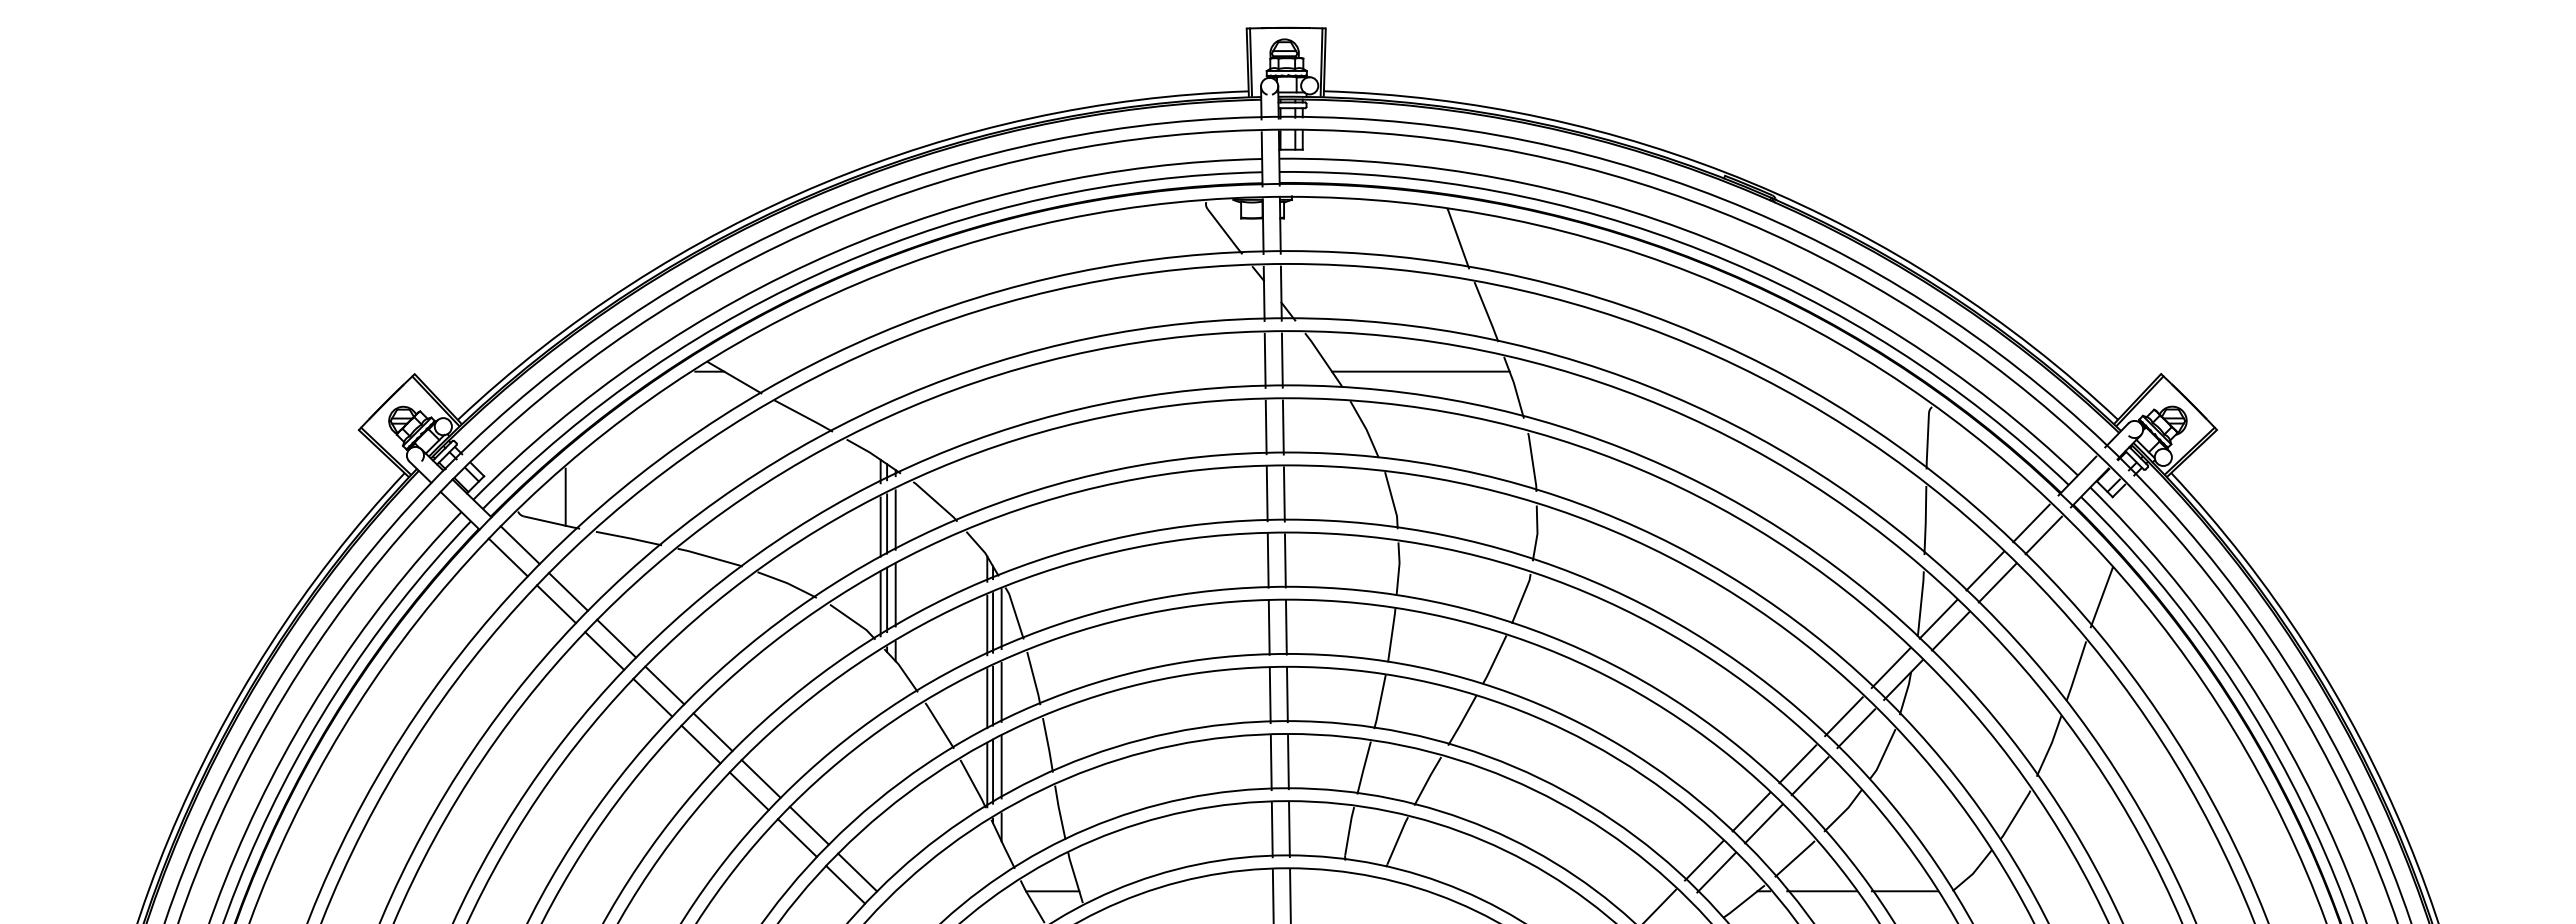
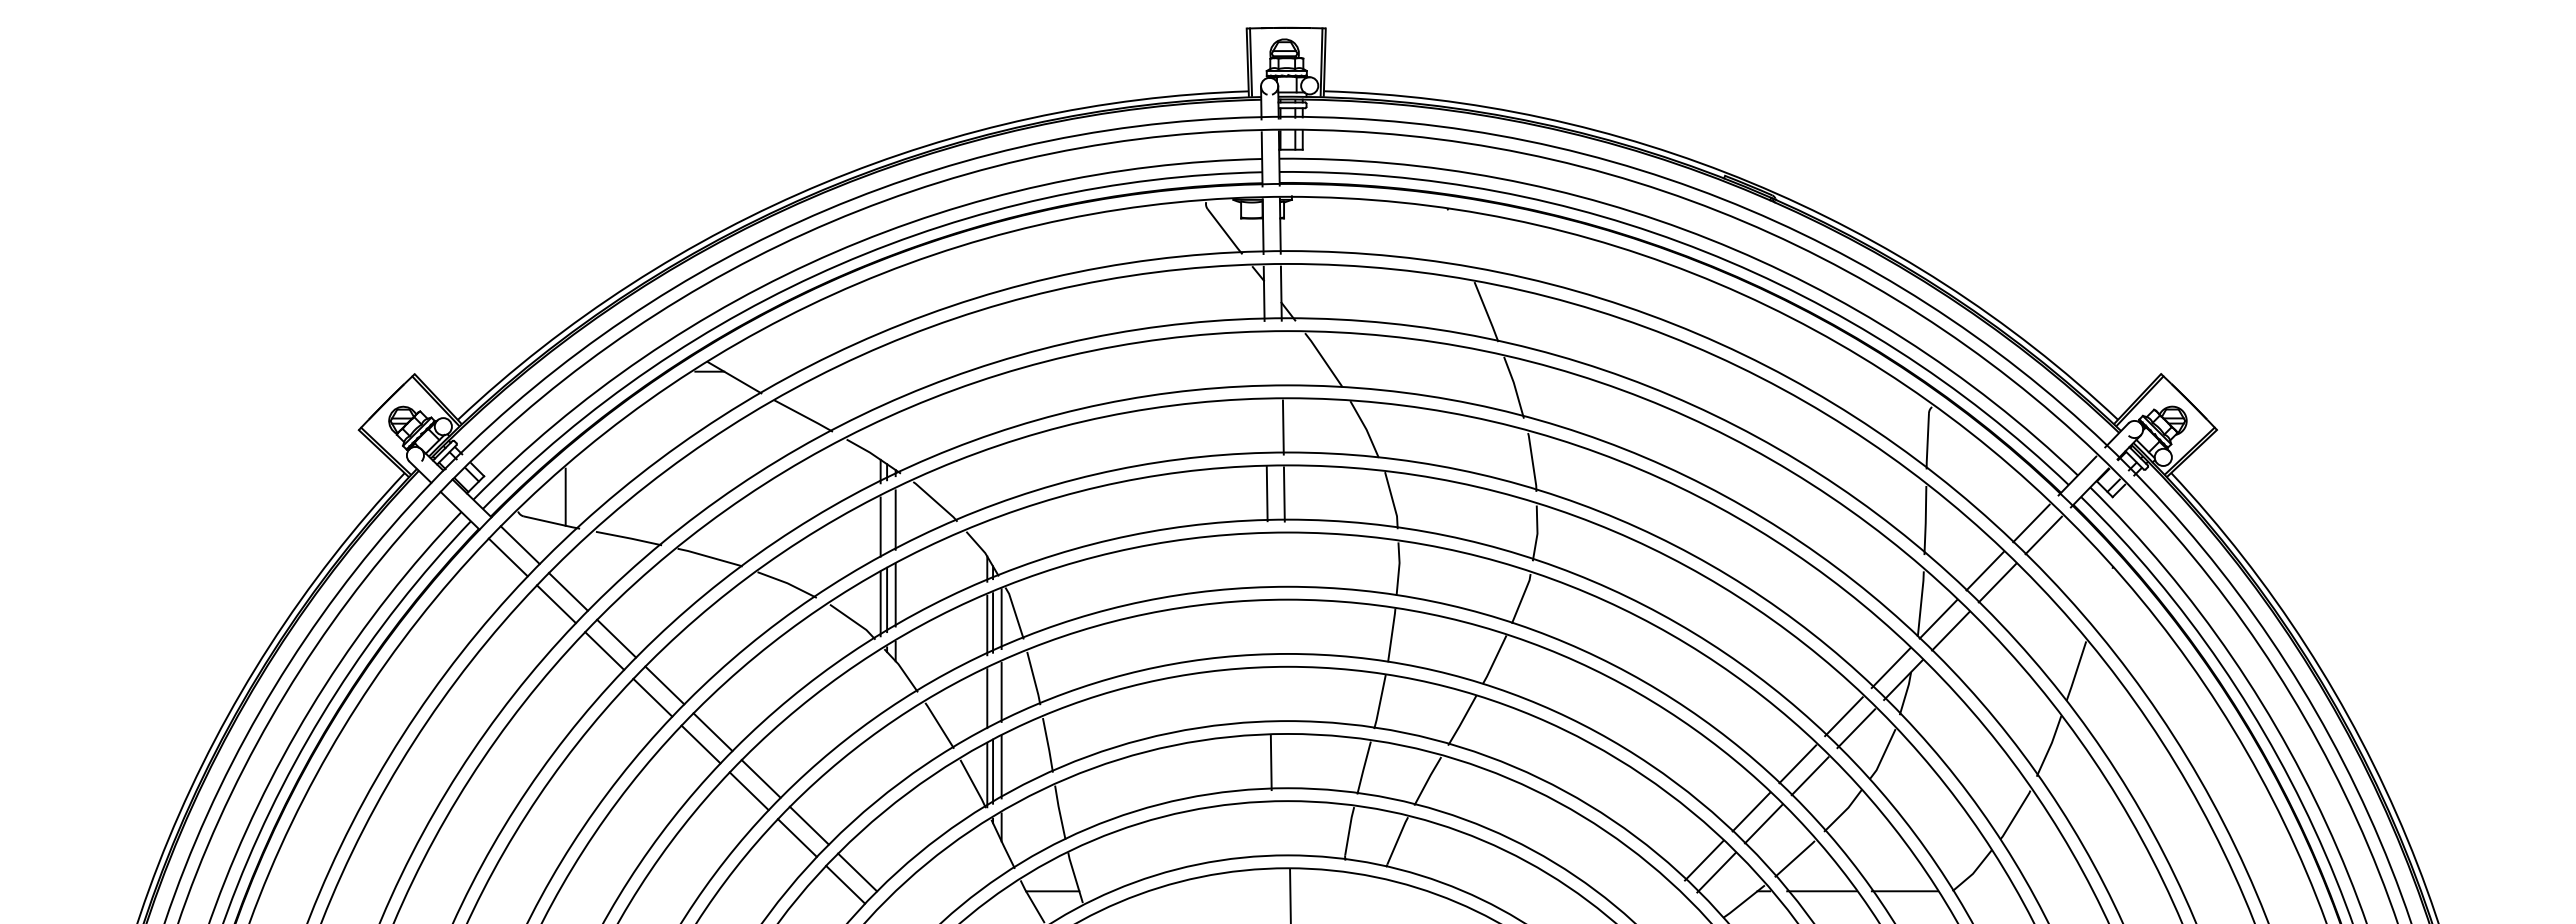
line at (1458, 238): present -> none
line at (1264, 360): present -> none
line at (1281, 360): present -> none
line at (1420, 371): present -> none
line at (1265, 427): present -> none
line at (887, 523): present -> none
line at (1267, 560): present -> none
line at (1284, 560): present -> none
line at (2101, 597): present -> none
line at (1268, 627): present -> none
line at (1285, 627): present -> none
line at (1287, 694): present -> none
line at (993, 695): present -> none
line at (1269, 695): present -> none
line at (1288, 762): present -> none
line at (1289, 828): present -> none
line at (1271, 829): present -> none
line at (1272, 895): present -> none
line at (1661, 904): present -> none
